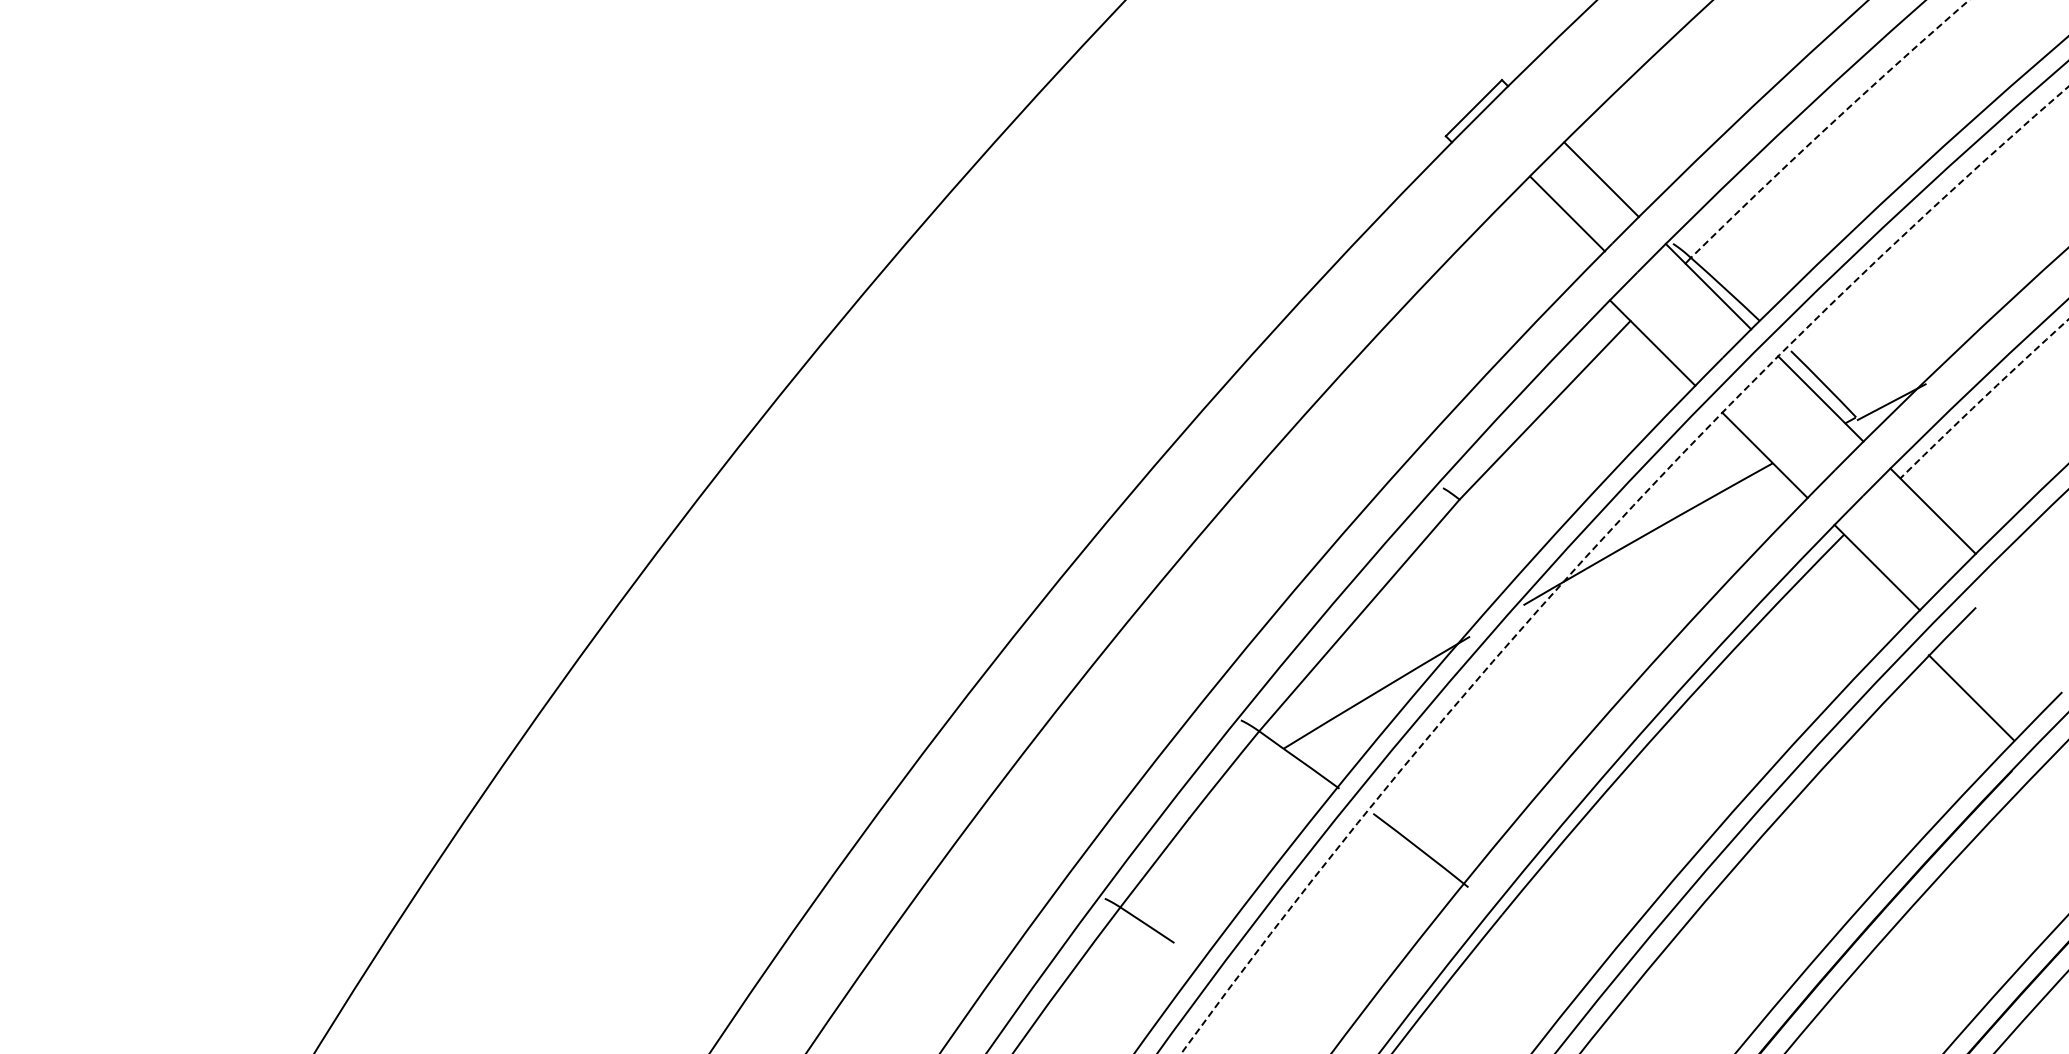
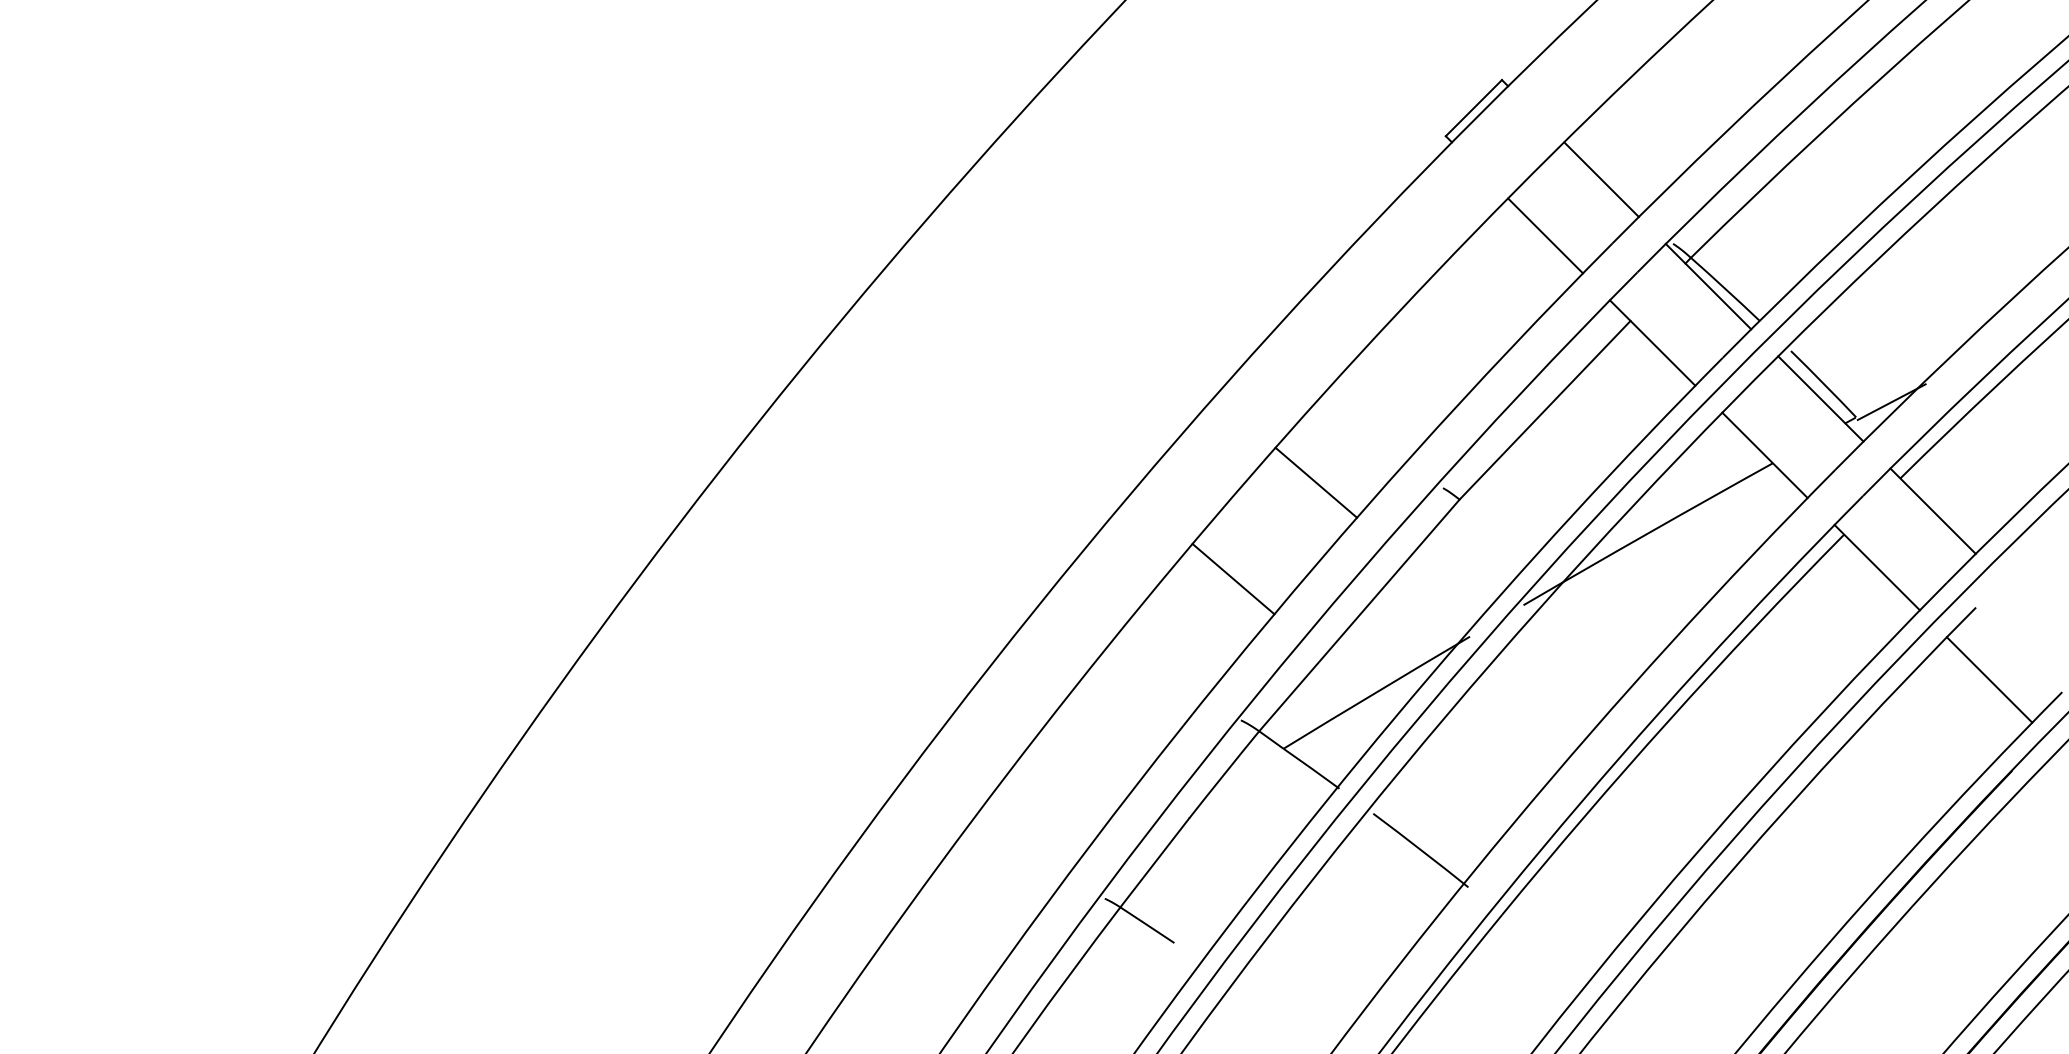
arc at (1827, 127): dashed -> solid
line at (1567, 213) position: (1567, 213) -> (1545, 235)
arc at (1983, 398): dashed -> solid
line at (1316, 482): none -> present
arc at (1595, 547): dashed -> solid
line at (1233, 578): none -> present
line at (1971, 697) position: (1971, 697) -> (1989, 679)
